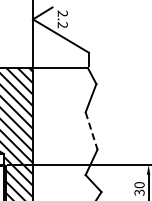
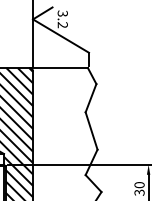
text at (62, 13): 2.2 -> 3.2
line at (91, 131): dashed -> solid
